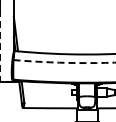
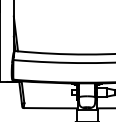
line at (0, 41): dashed -> solid
arc at (64, 62): dashed -> solid
